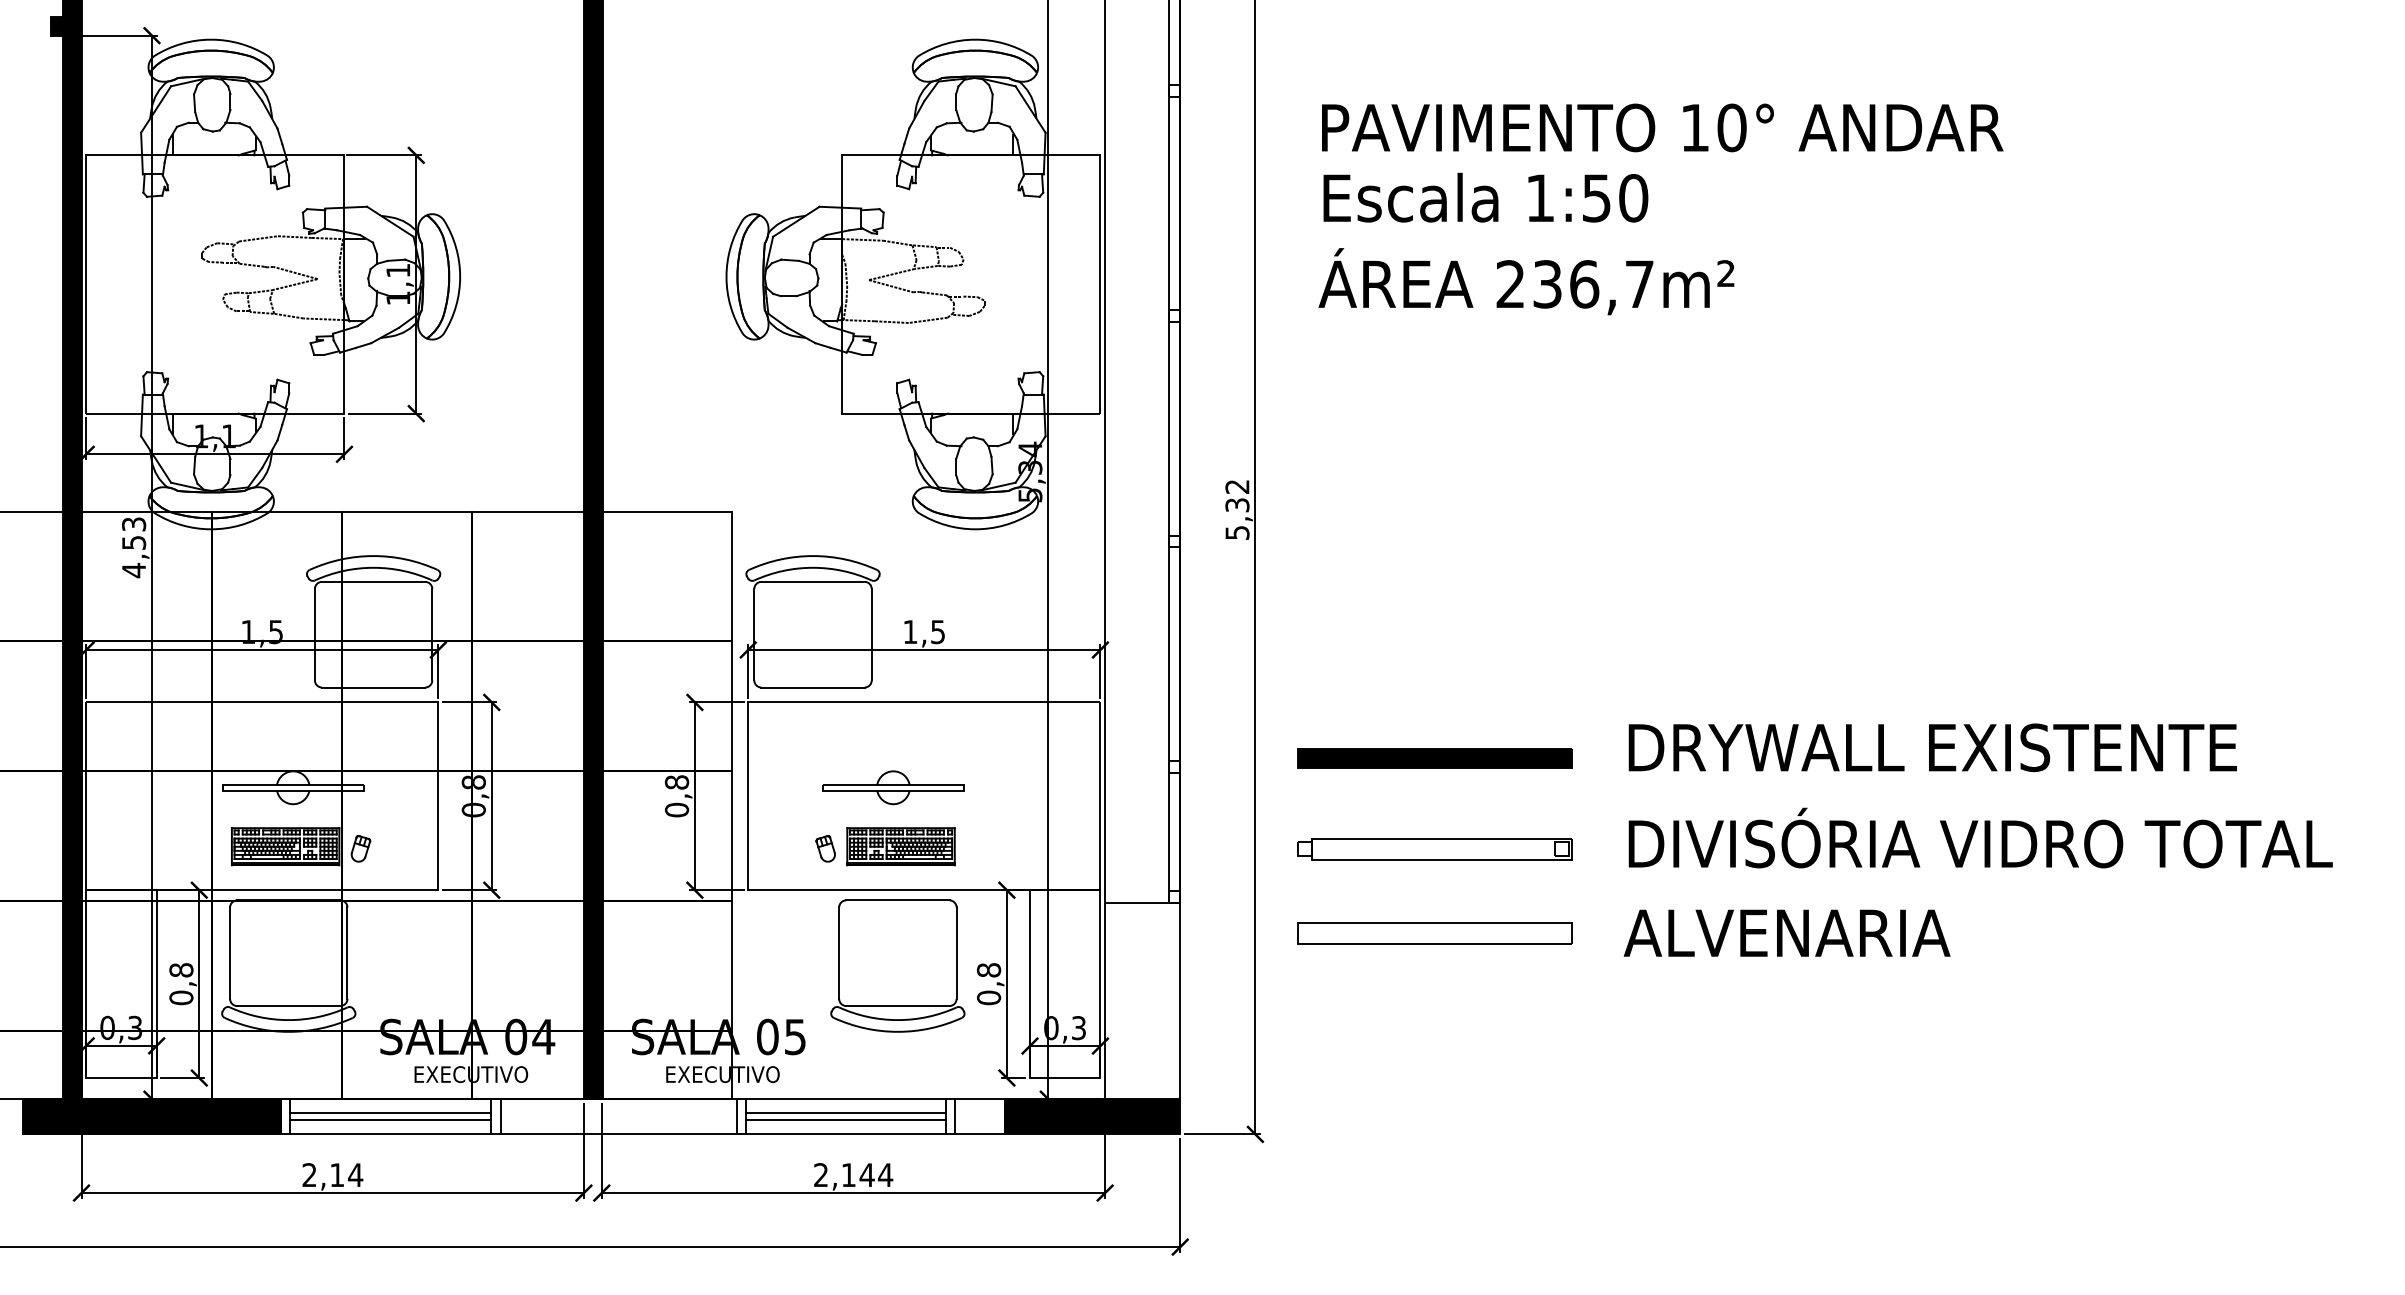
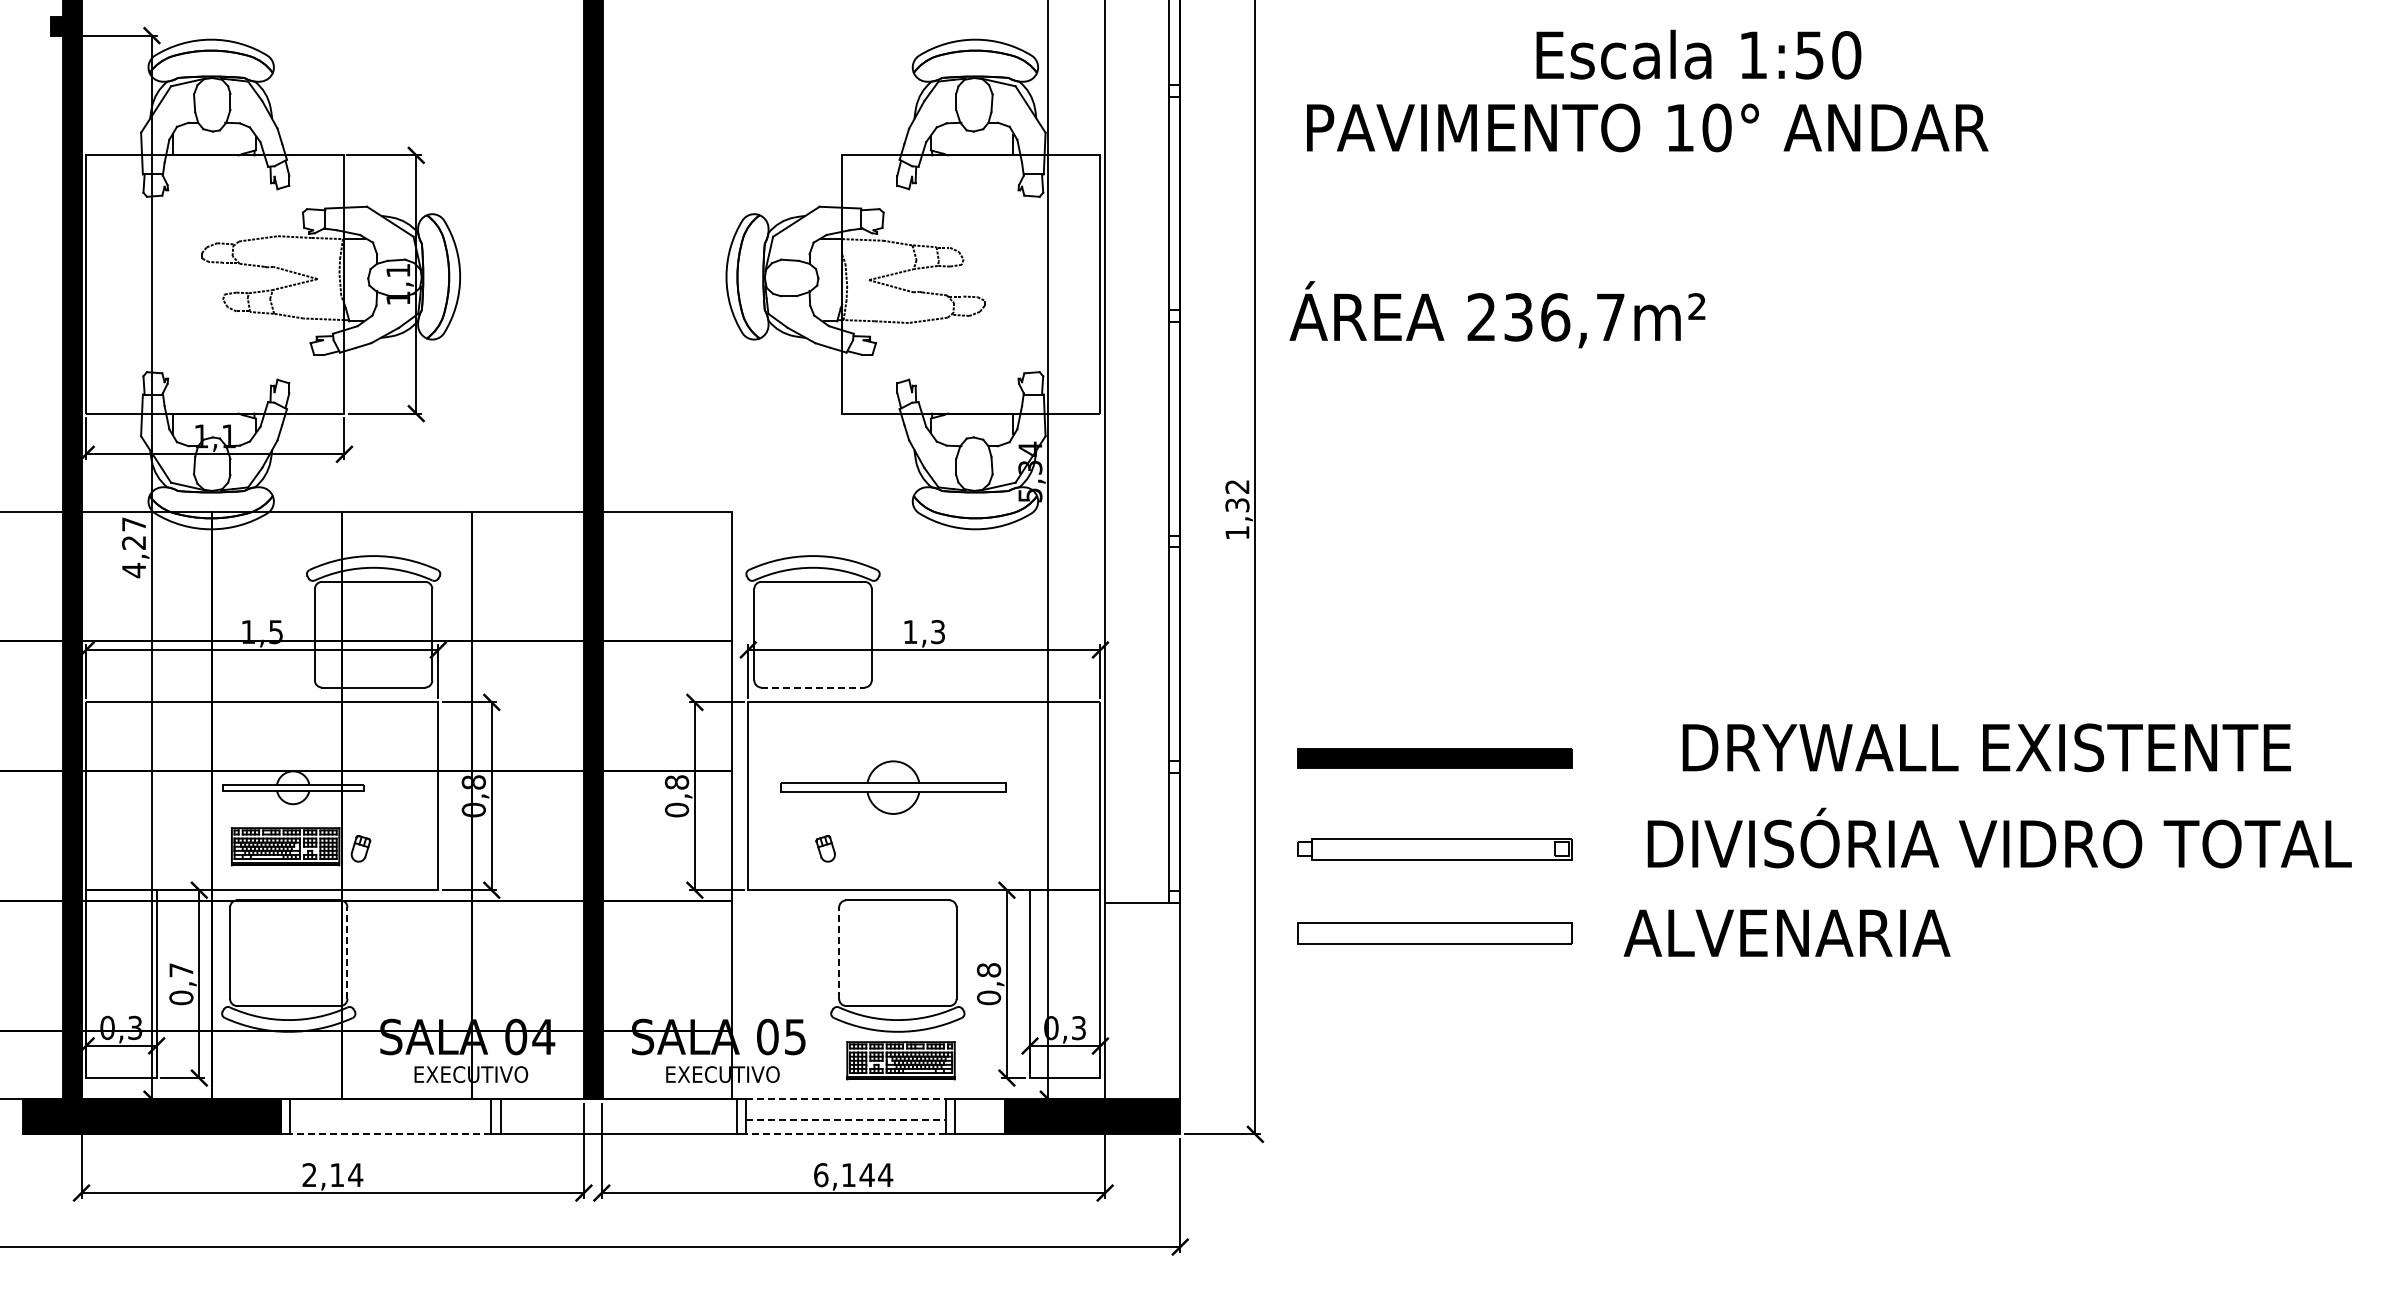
text at (1662, 127) position: (1662, 127) -> (1647, 127)
text at (1485, 197) position: (1485, 197) -> (1698, 54)
text at (1526, 281) position: (1526, 281) -> (1497, 314)
text at (1237, 532): 5,32 -> 1,32
text at (134, 533): 4,53 -> 4,27
text at (937, 631): 1,5 -> 1,3
line at (813, 687): solid -> dashed
text at (1932, 747) position: (1932, 747) -> (1986, 747)
part at (893, 787) size: 143x36 px -> 227x55 px
text at (1980, 837) position: (1980, 837) -> (1999, 837)
part at (900, 846) position: (900, 846) -> (900, 1060)
line at (347, 953): solid -> dashed
line at (839, 953): solid -> dashed
text at (181, 970): 0,8 -> 0,7
line at (845, 1099): solid -> dashed
line at (390, 1113): present -> none
line at (845, 1113): present -> none
line at (390, 1120): present -> none
line at (845, 1120): solid -> dashed
line at (390, 1134): solid -> dashed
line at (845, 1134): solid -> dashed
text at (821, 1175): 2,144 -> 6,144
